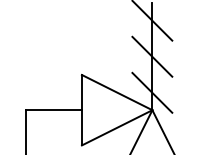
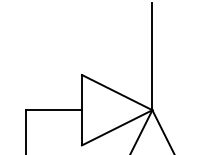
line at (152, 21): present -> none
line at (152, 56): present -> none
line at (152, 92): present -> none
